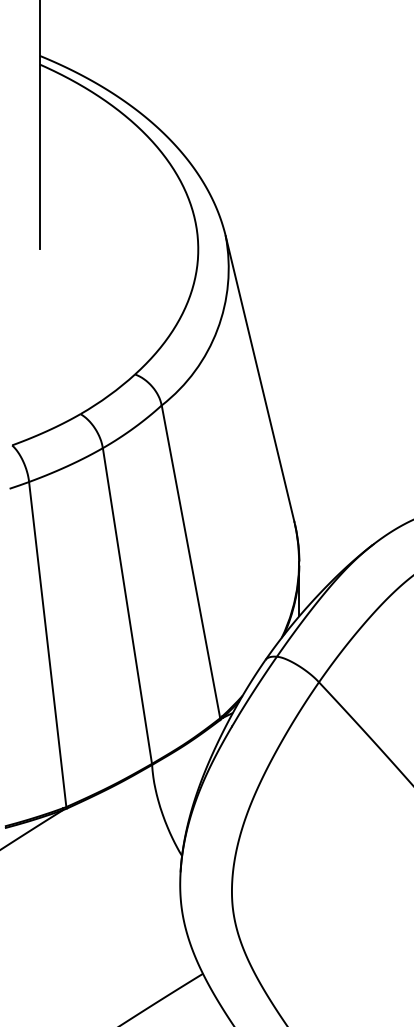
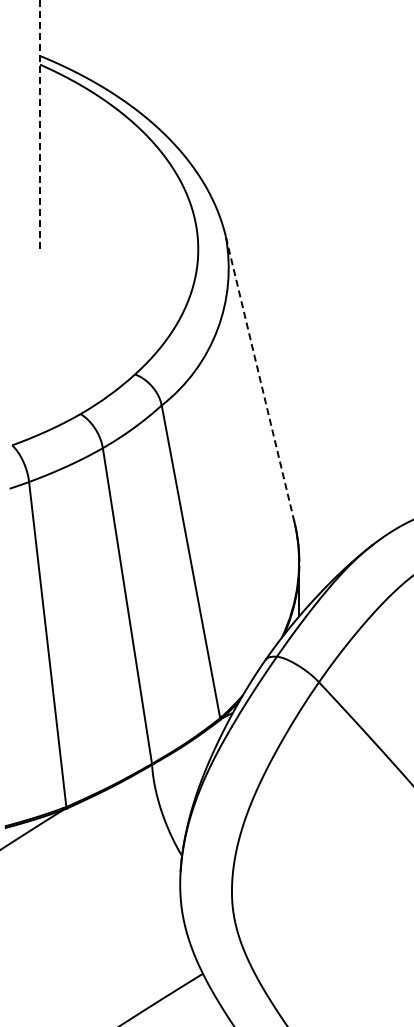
line at (39, 124): solid -> dashed
line at (260, 379): solid -> dashed
